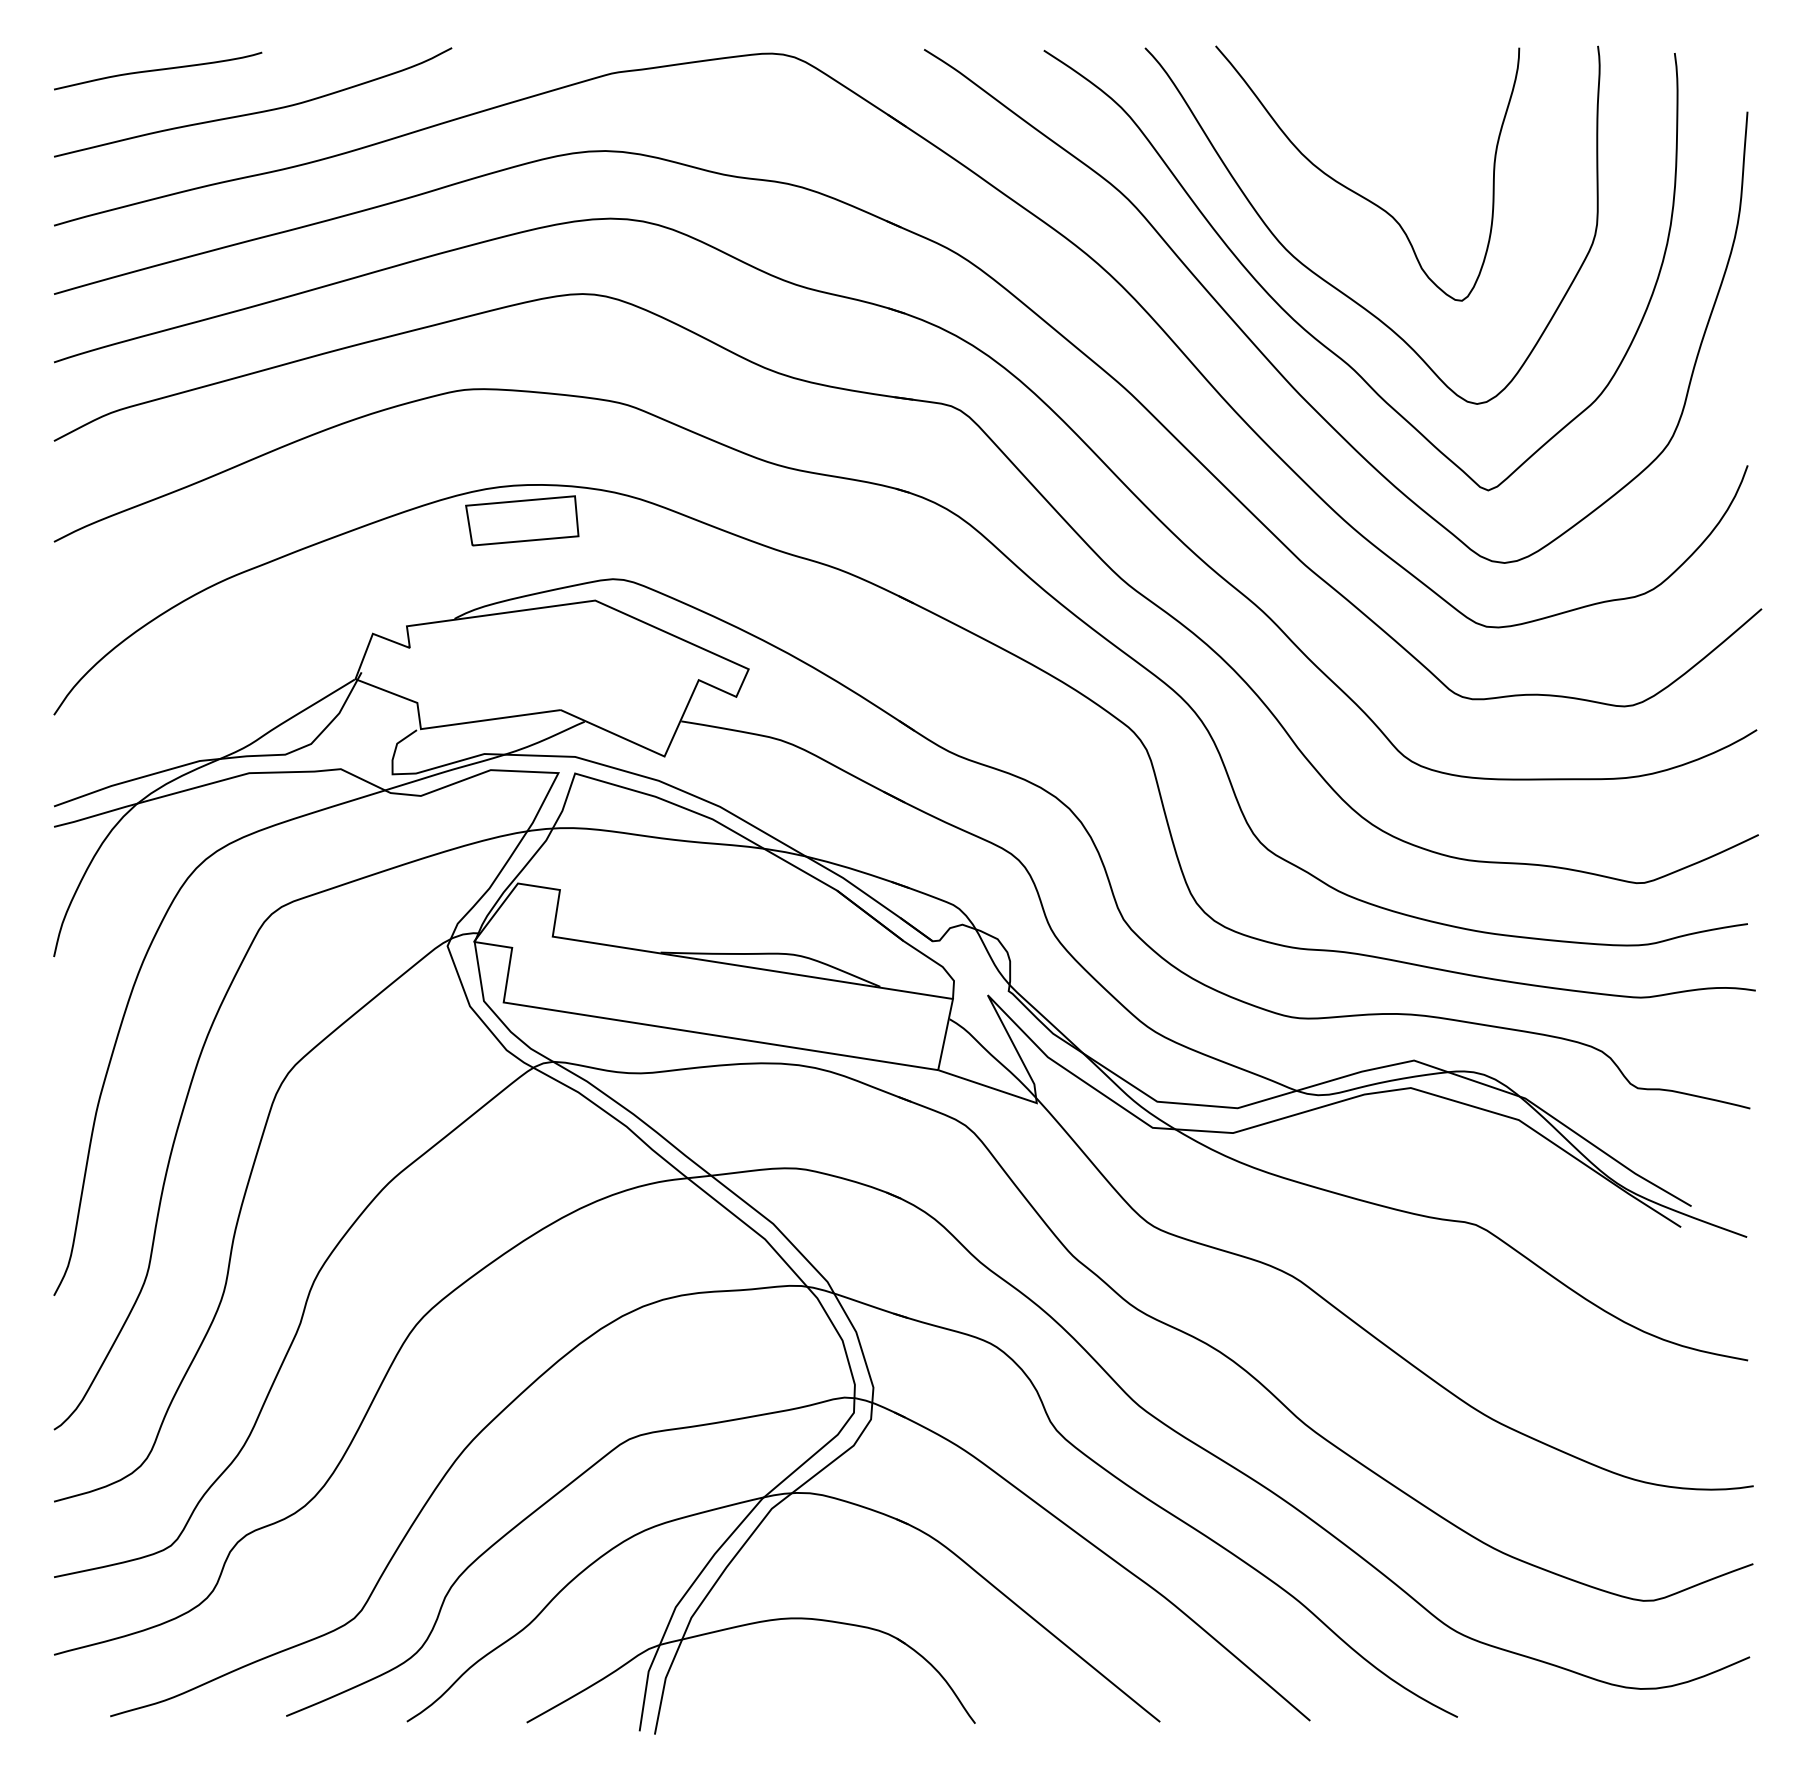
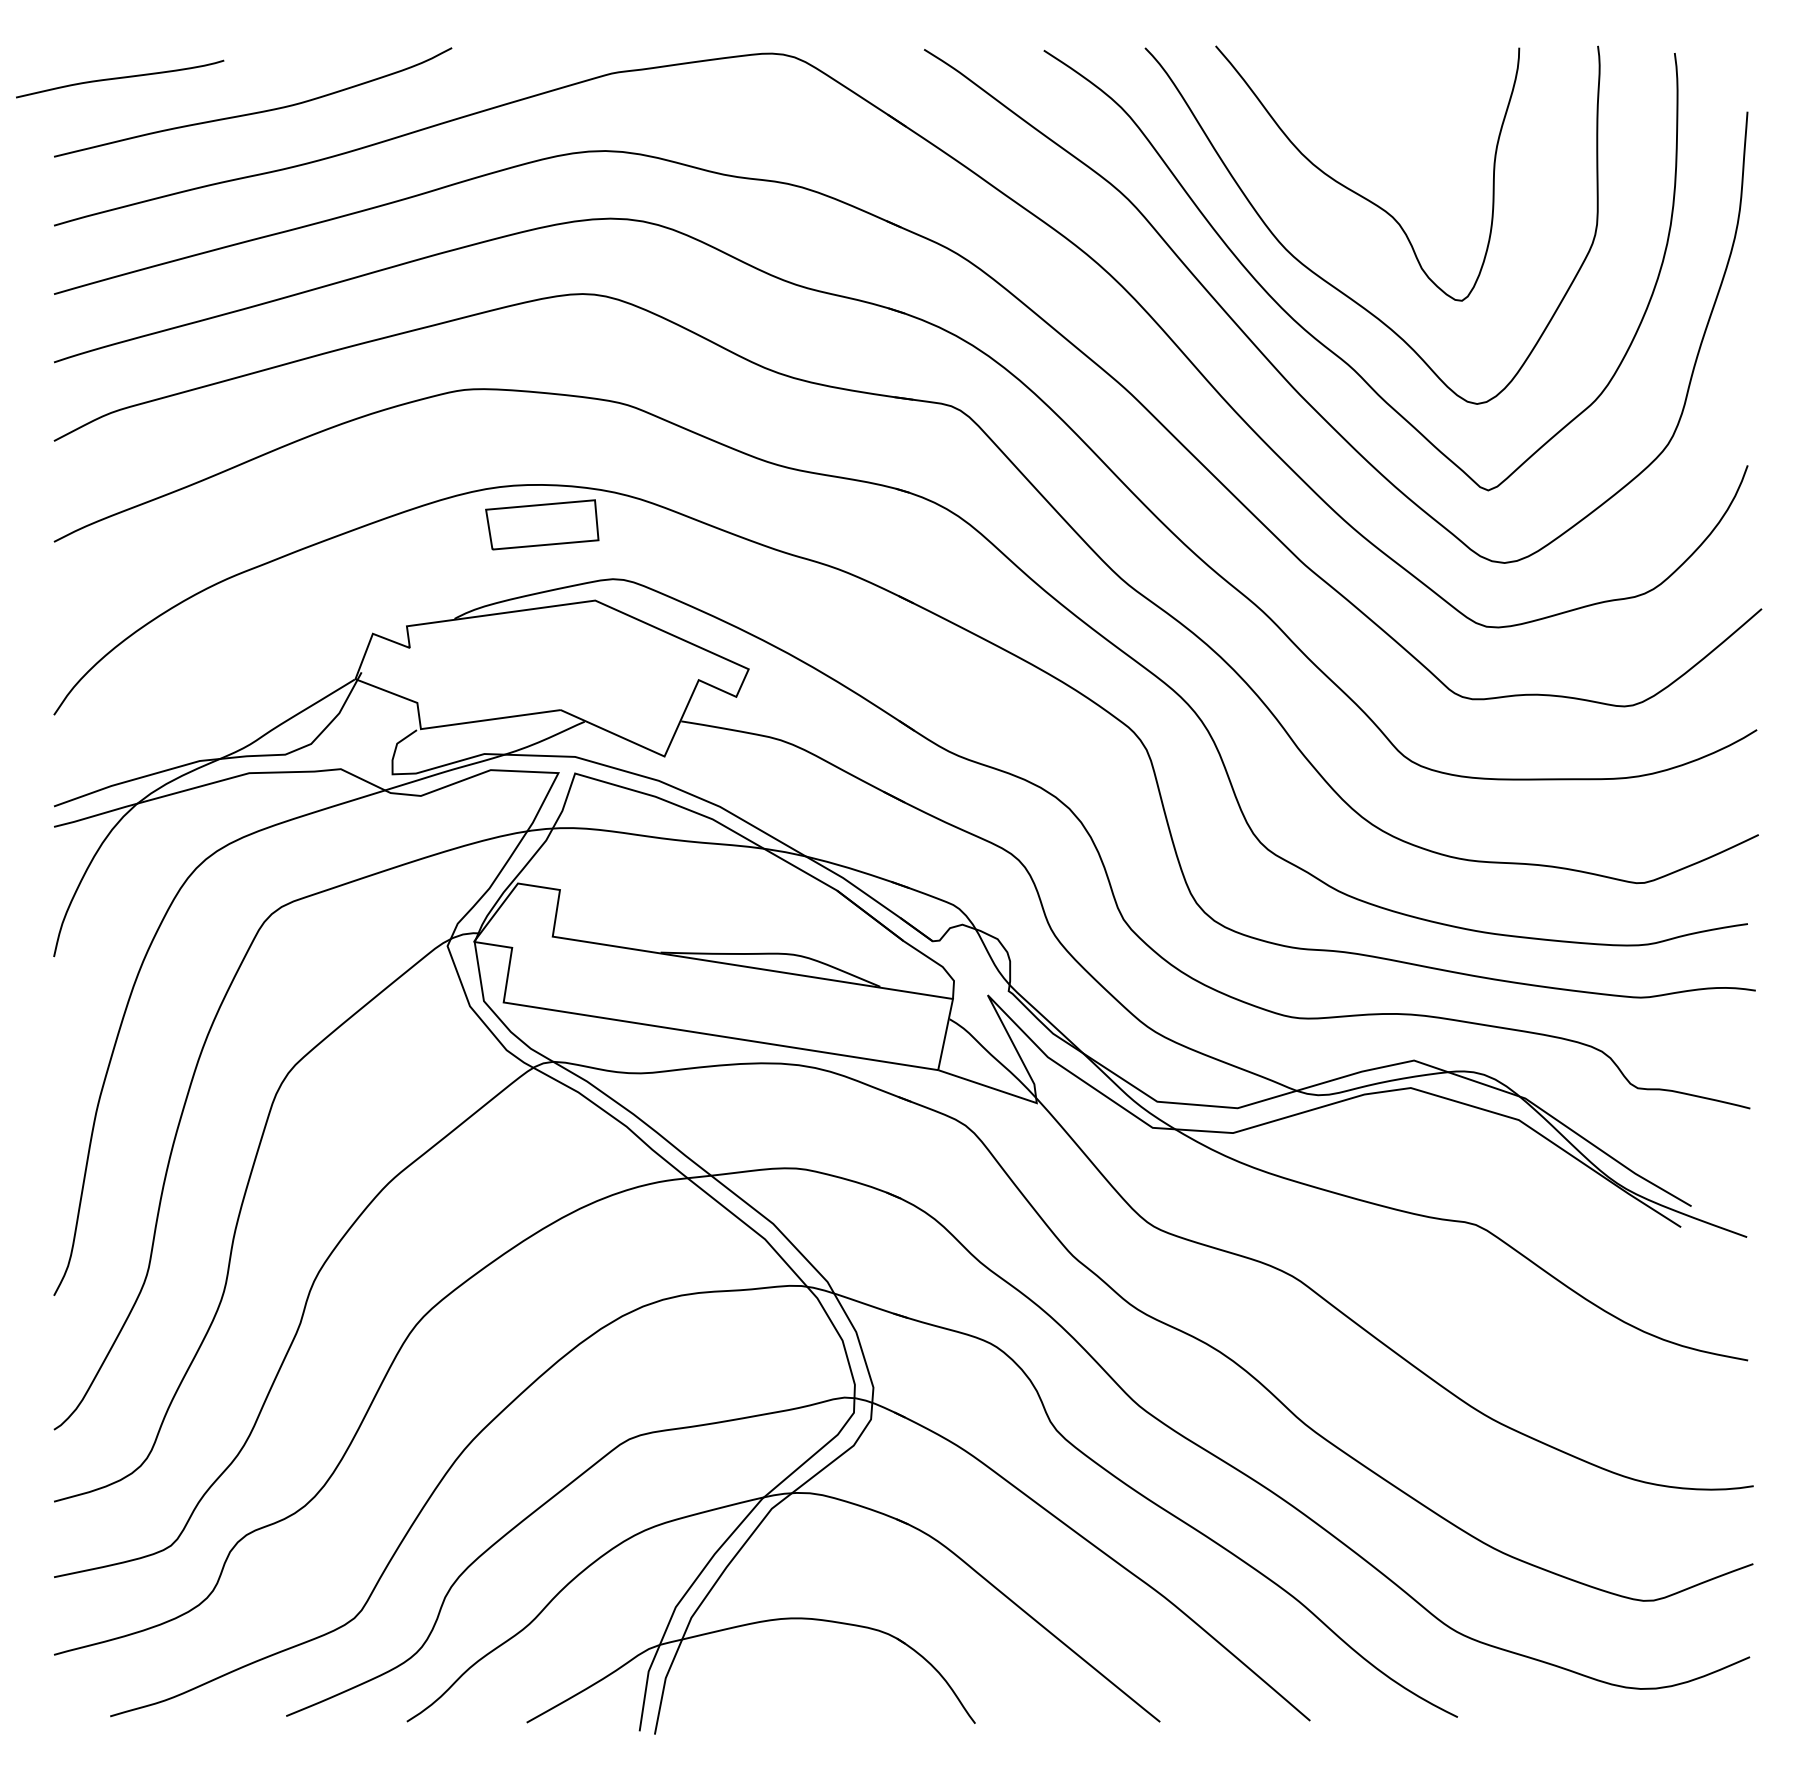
curve at (158, 70) position: (158, 70) -> (120, 78)
part at (522, 520) position: (522, 520) -> (542, 524)
